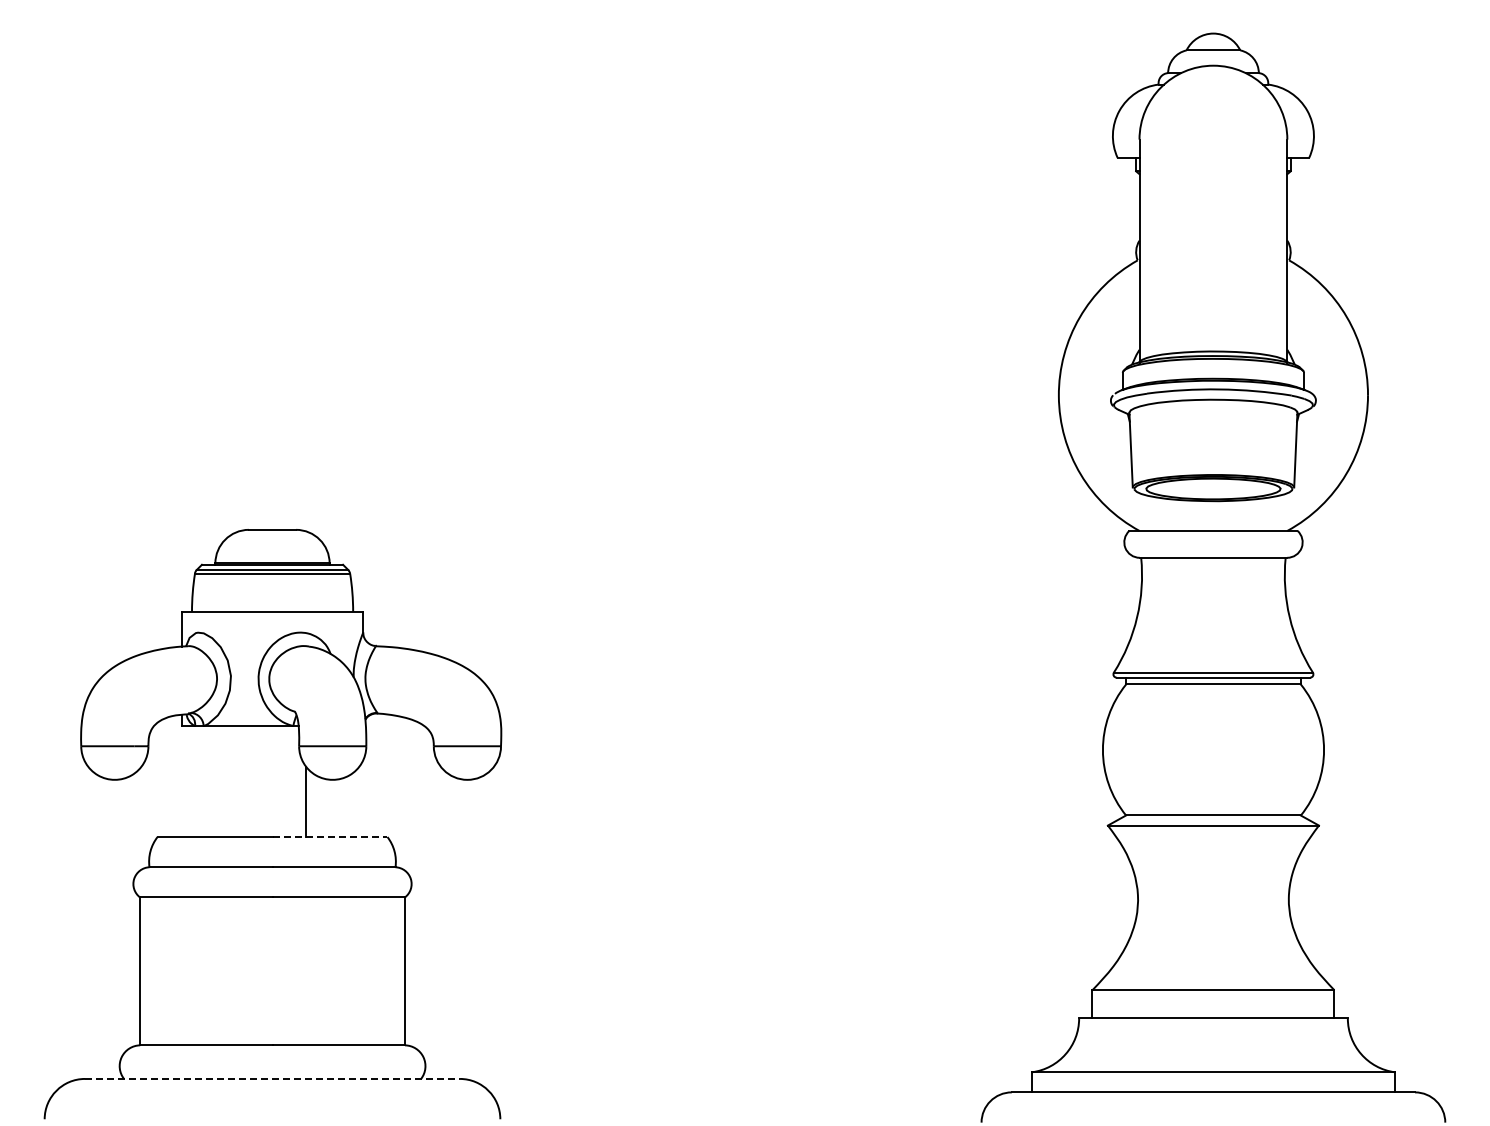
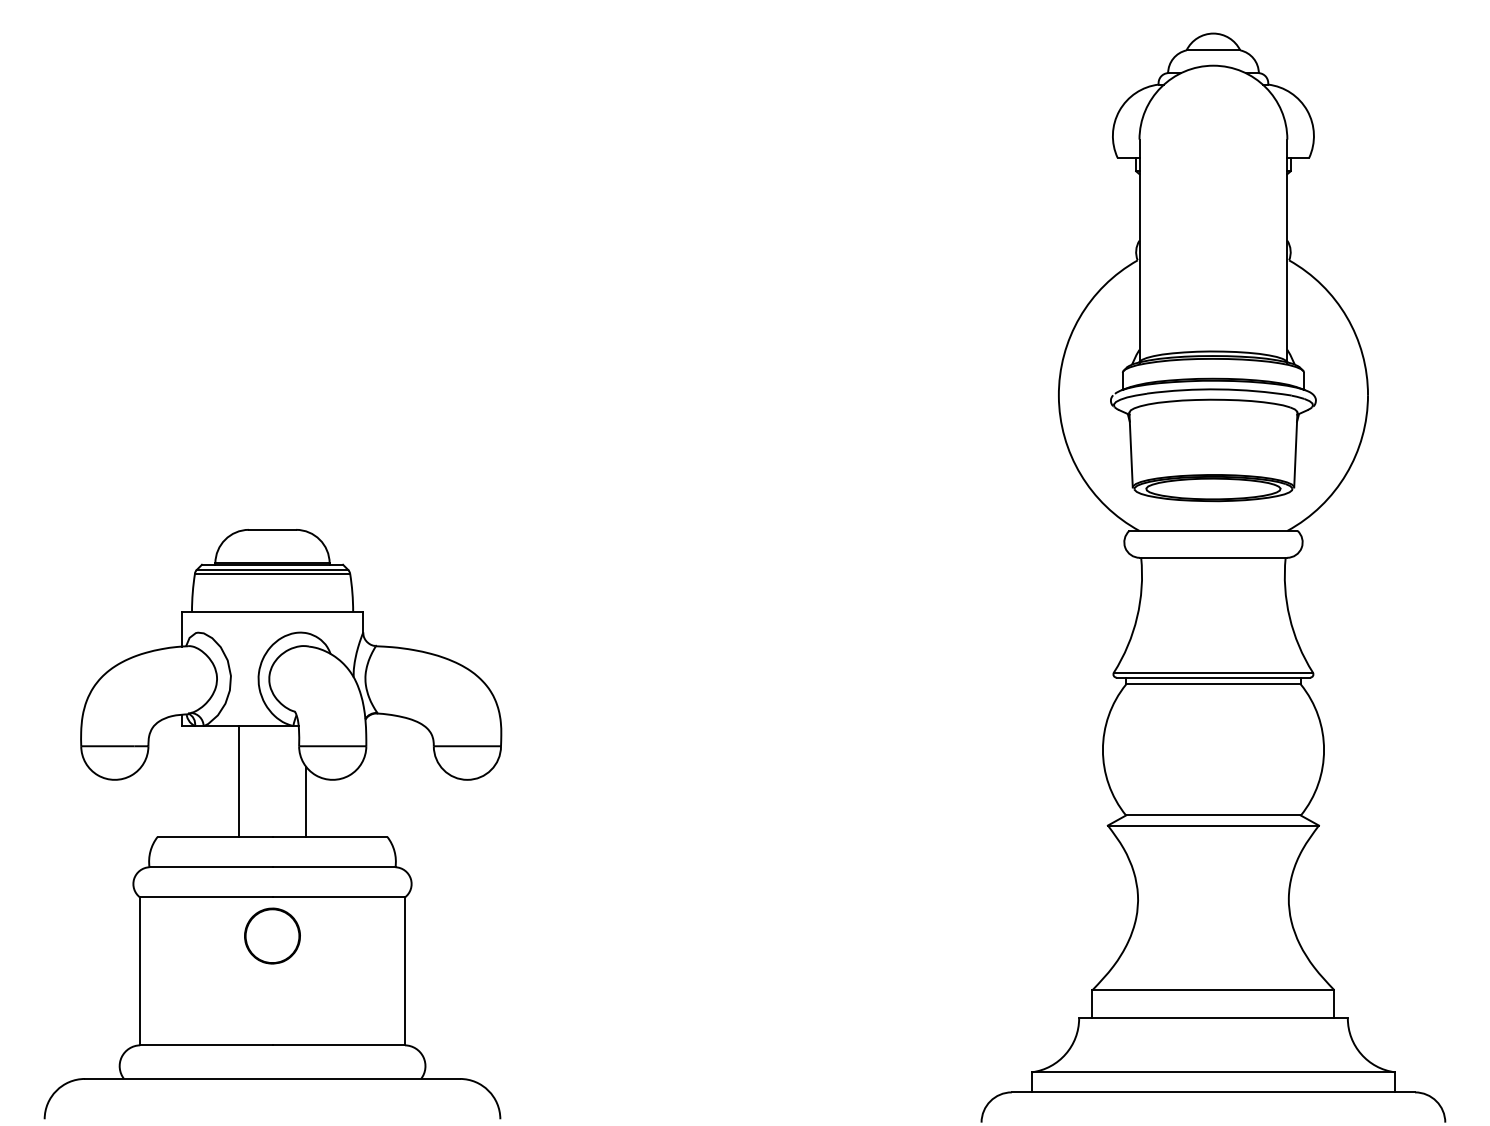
line at (238, 781): none -> present
line at (330, 836): dashed -> solid
part at (272, 935): none -> present
line at (272, 1078): dashed -> solid
